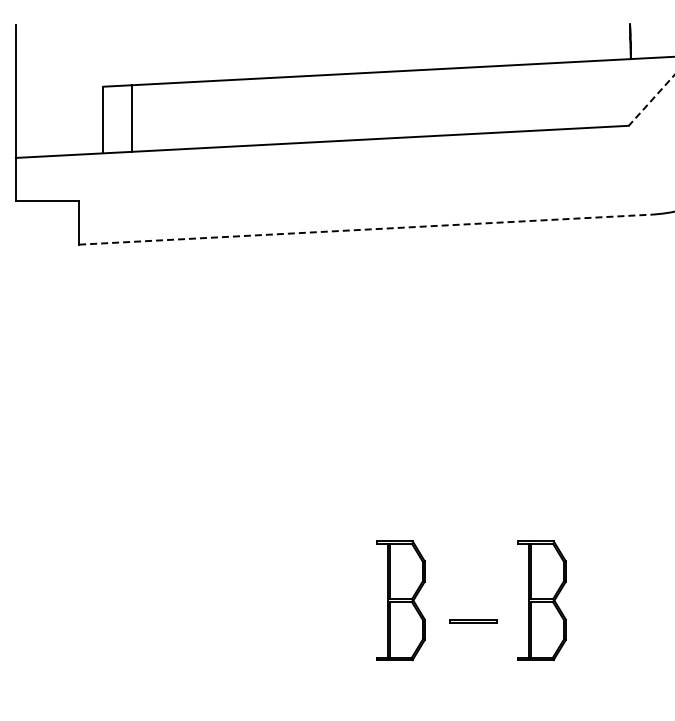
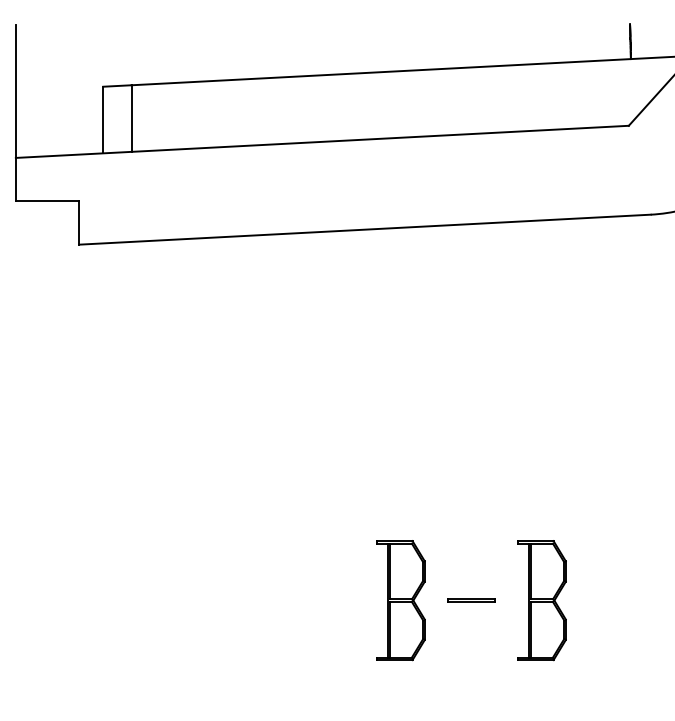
line at (651, 100): dashed -> solid
line at (365, 229): dashed -> solid
line at (473, 620) position: (473, 620) -> (471, 599)
